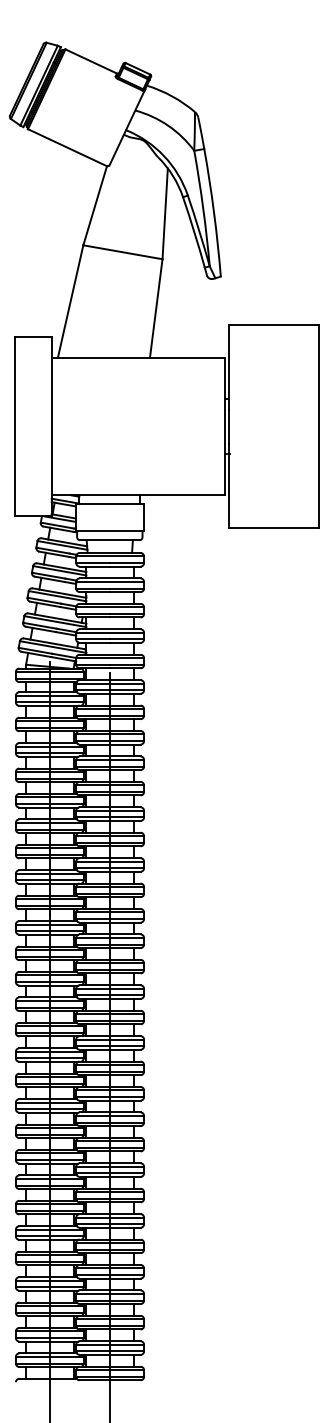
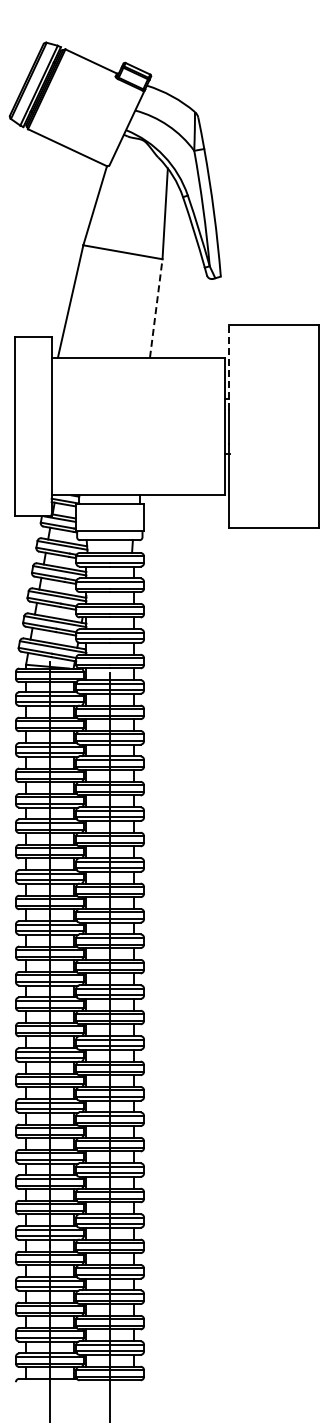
line at (156, 308): solid -> dashed
line at (229, 366): solid -> dashed
